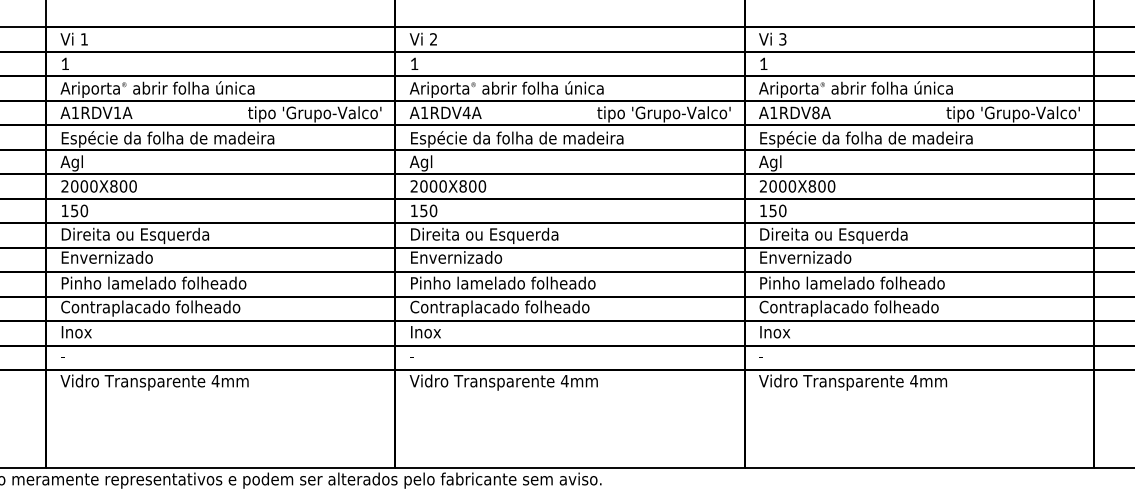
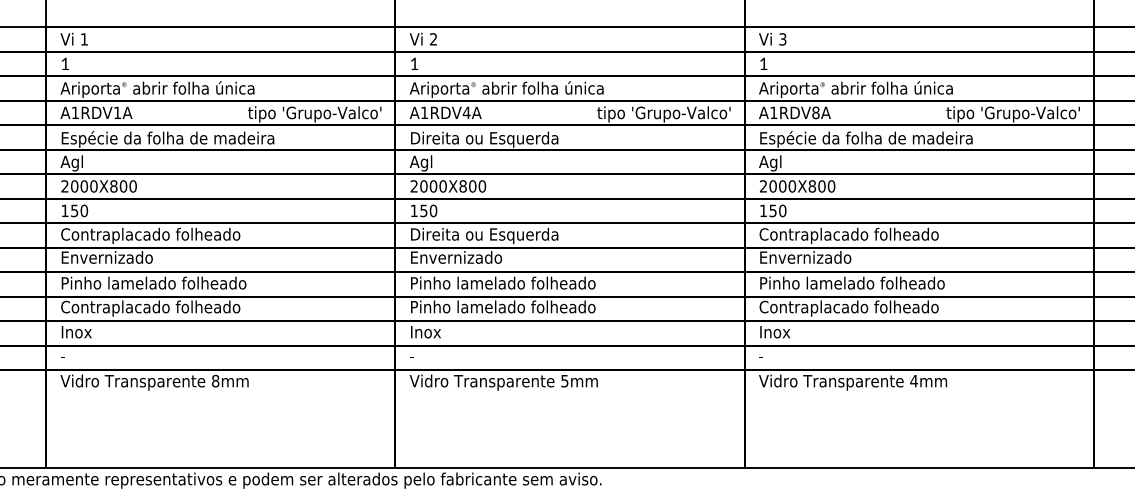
text at (517, 139): Espécie da folha de madeira -> Direita ou Esquerda
text at (150, 235): Direita ou Esquerda -> Contraplacado folheado
text at (848, 235): Direita ou Esquerda -> Contraplacado folheado
text at (502, 308): Contraplacado folheado -> Pinho lamelado folheado
text at (215, 380): 4mm -> 8mm
text at (564, 381): 4mm -> 5mm
